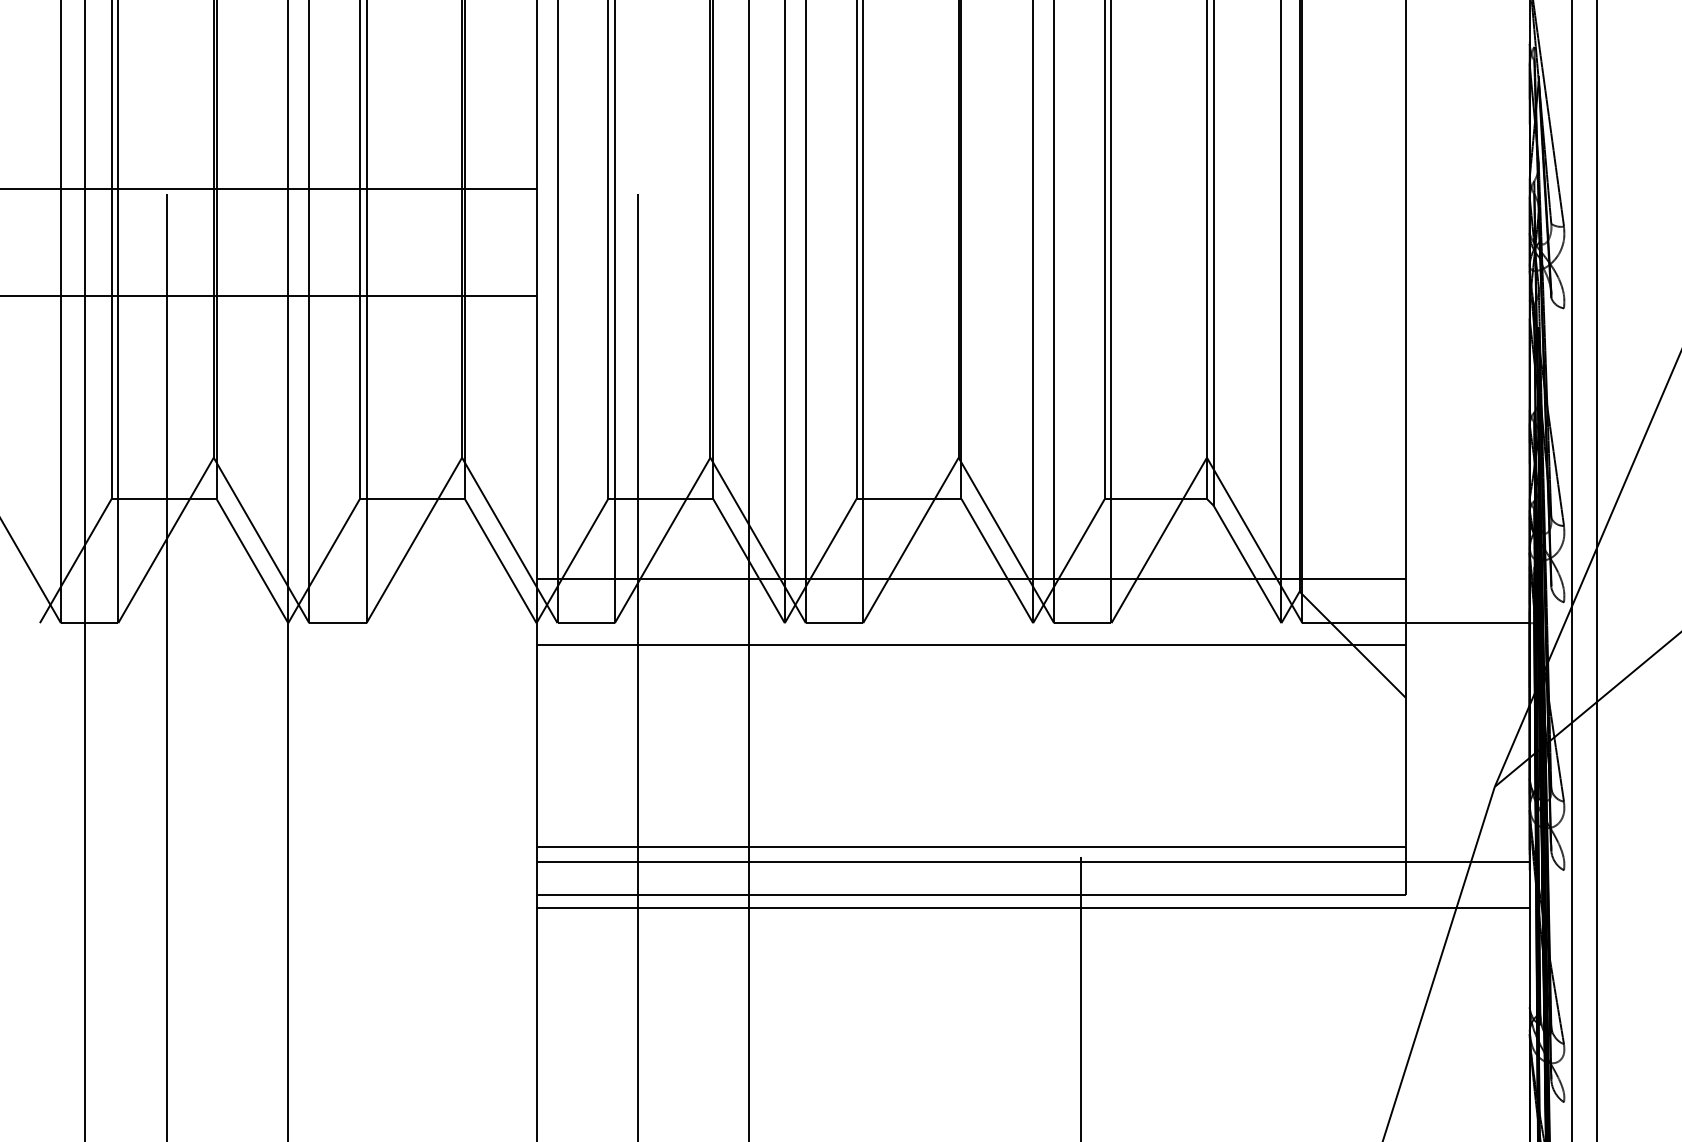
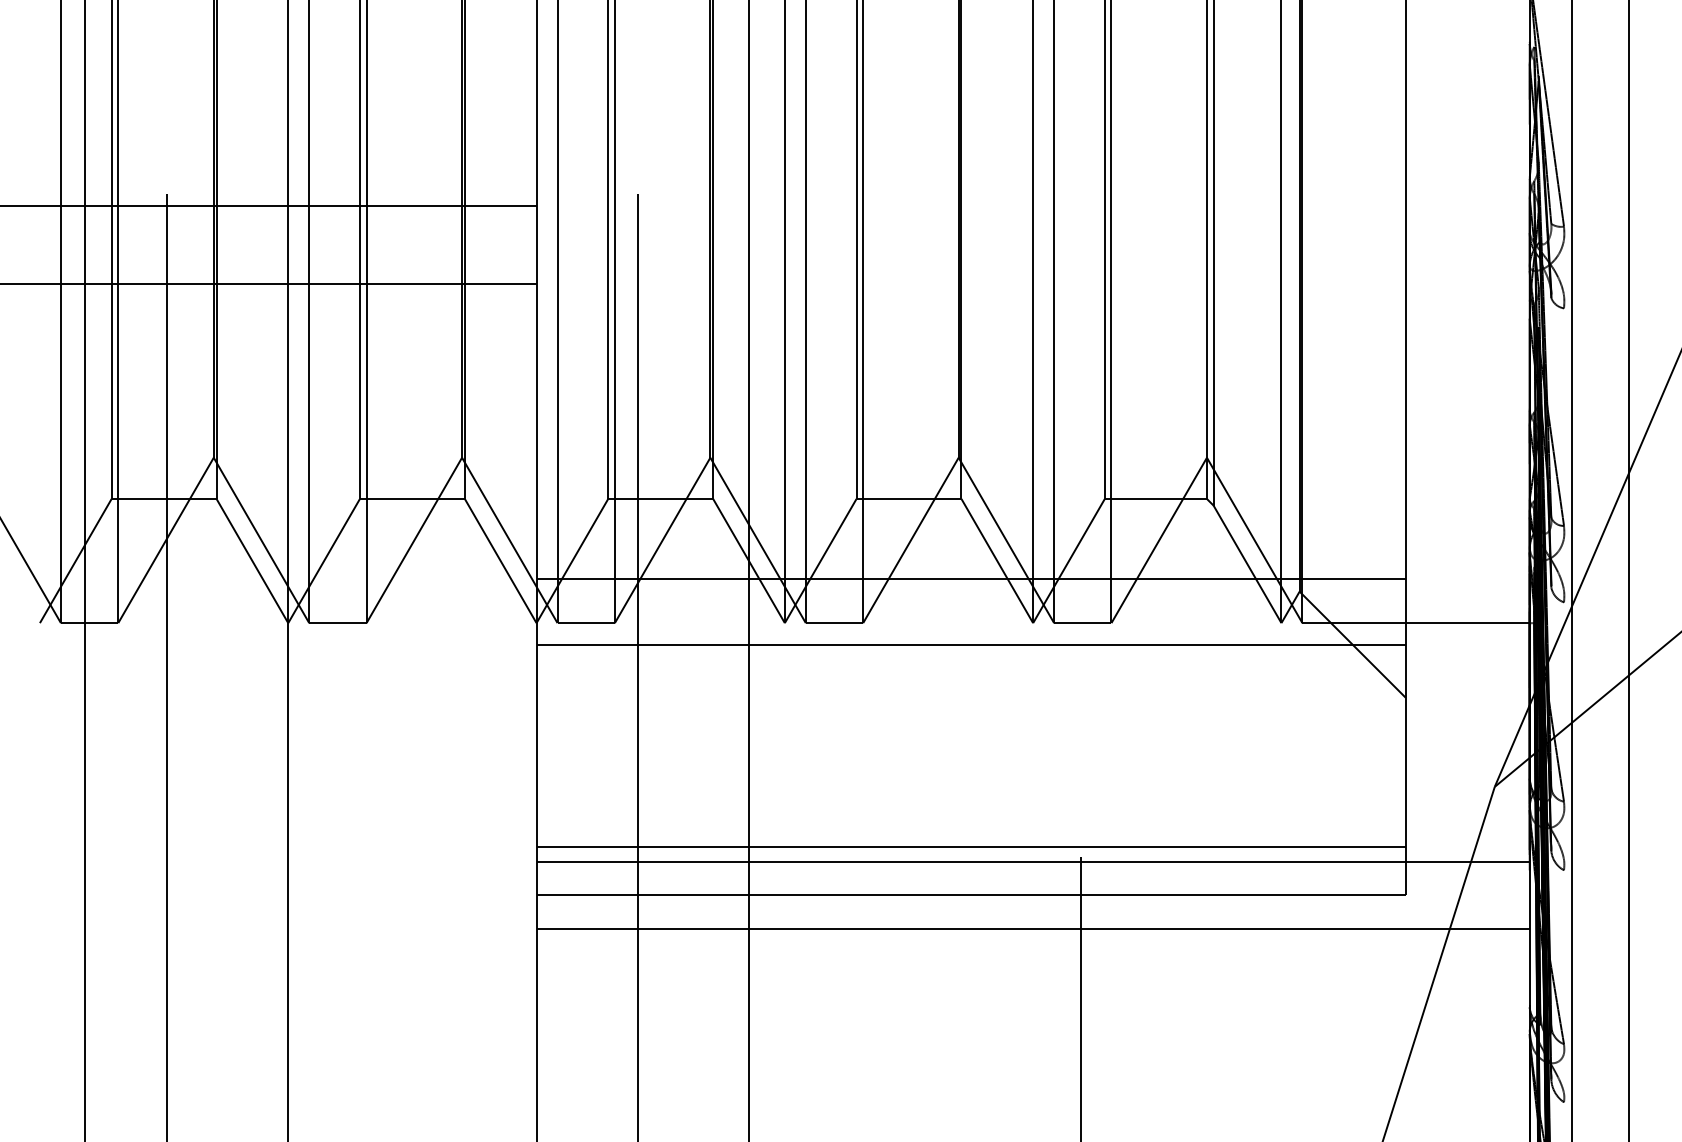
line at (269, 189) position: (269, 189) -> (269, 206)
line at (269, 296) position: (269, 296) -> (269, 284)
line at (1597, 570) position: (1597, 570) -> (1629, 570)
line at (1032, 907) position: (1032, 907) -> (1032, 928)
